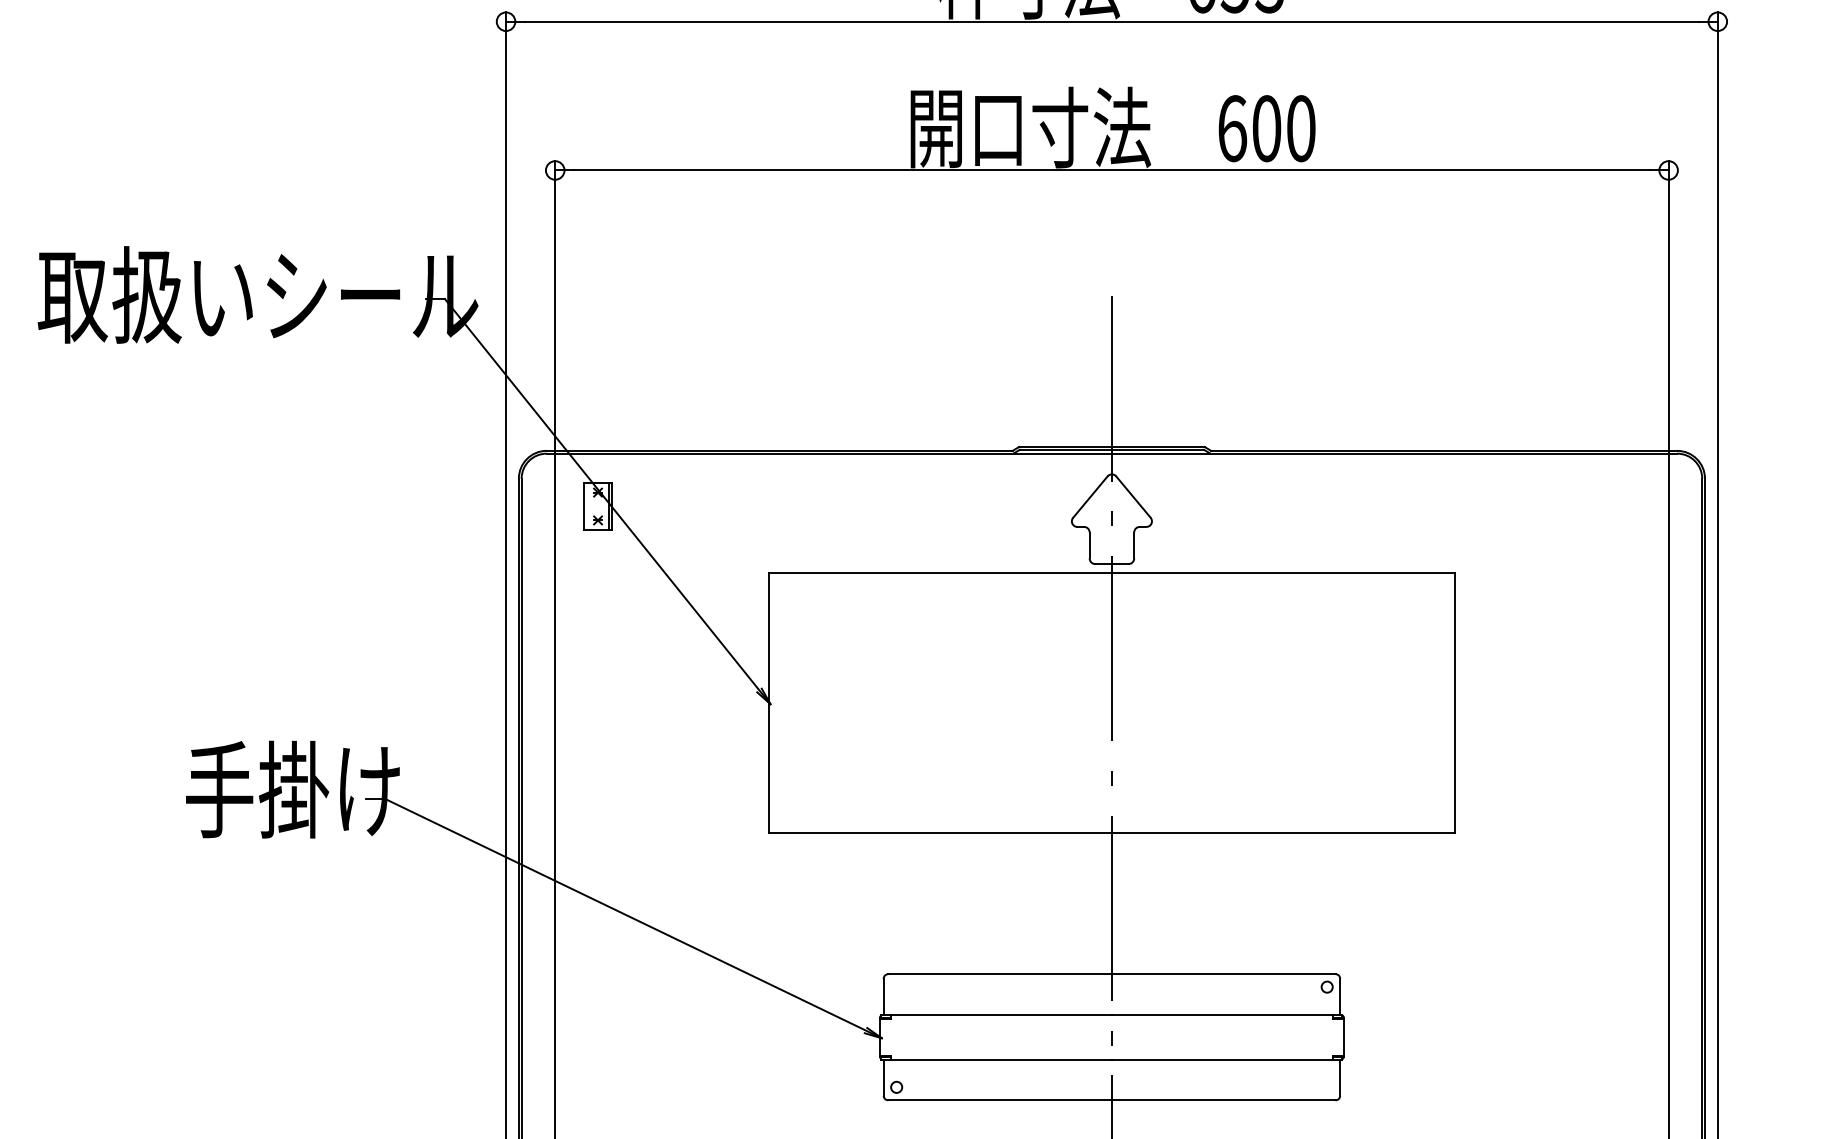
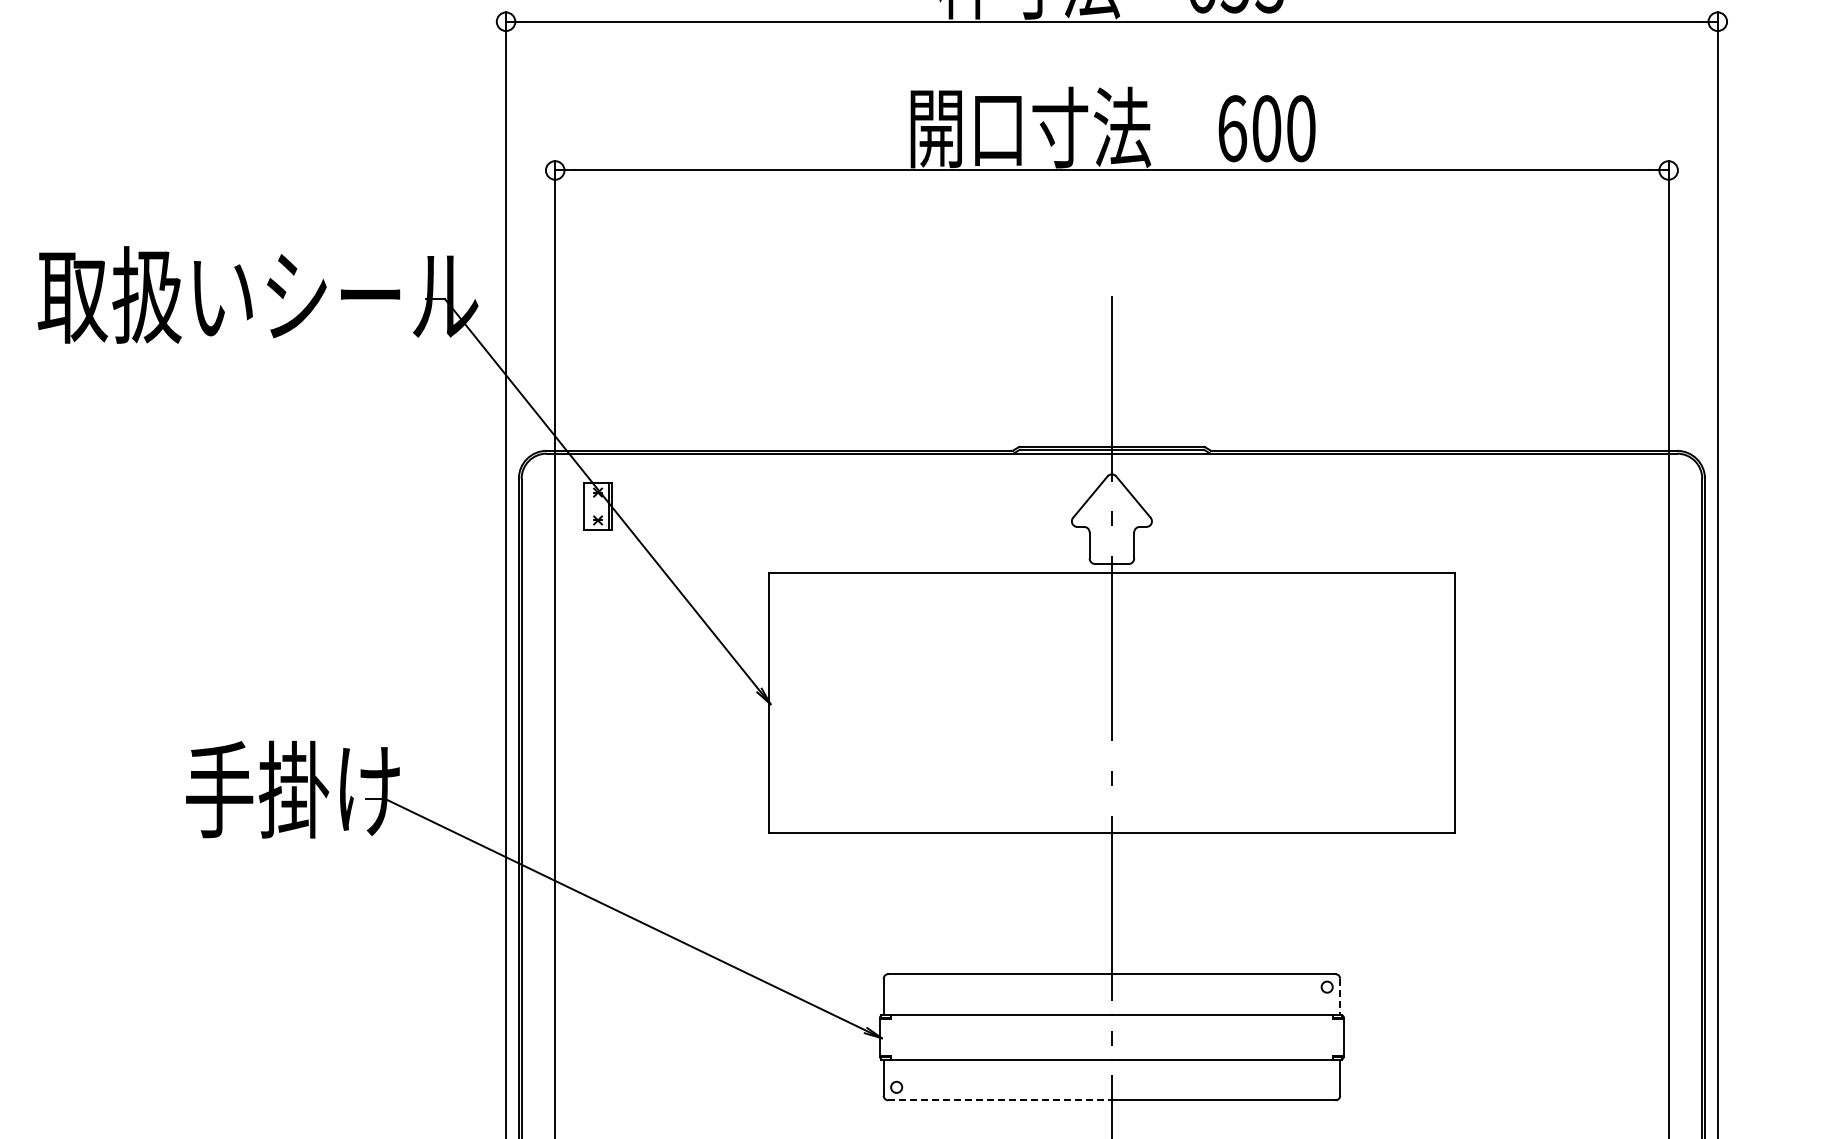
line at (1340, 997): solid -> dashed
line at (1000, 1100): solid -> dashed
